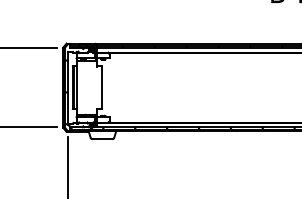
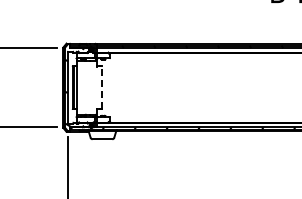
line at (102, 87): solid -> dashed
